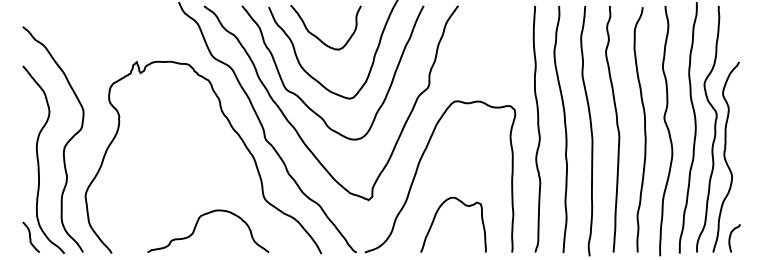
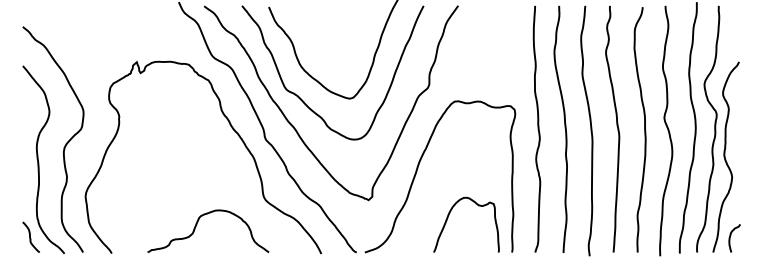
curve at (317, 36): present -> none
curve at (435, 218) position: (435, 218) -> (448, 218)
